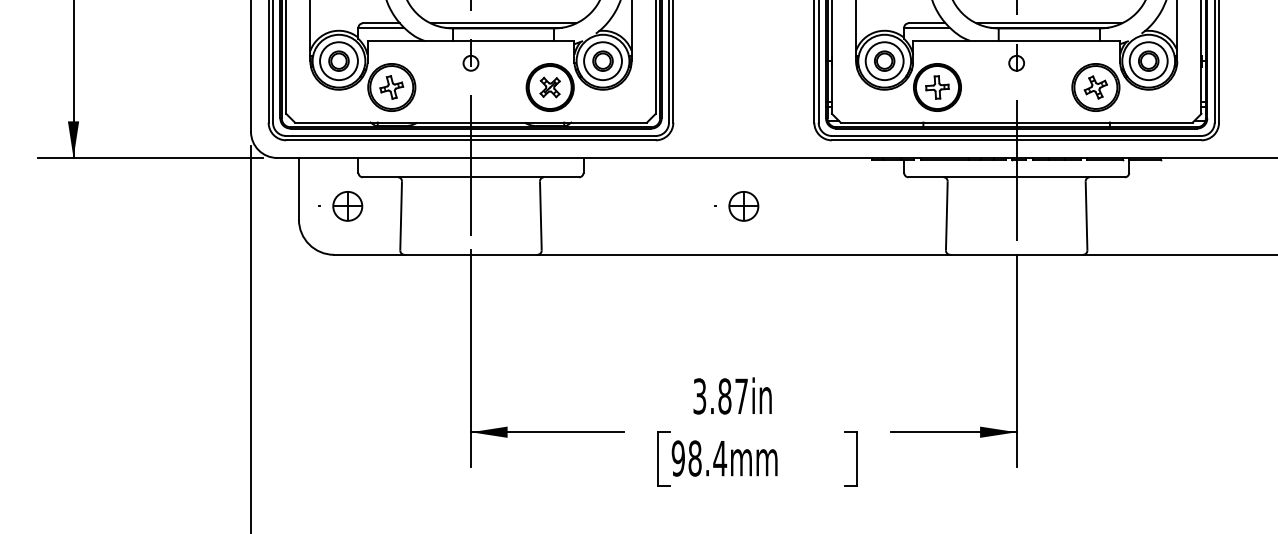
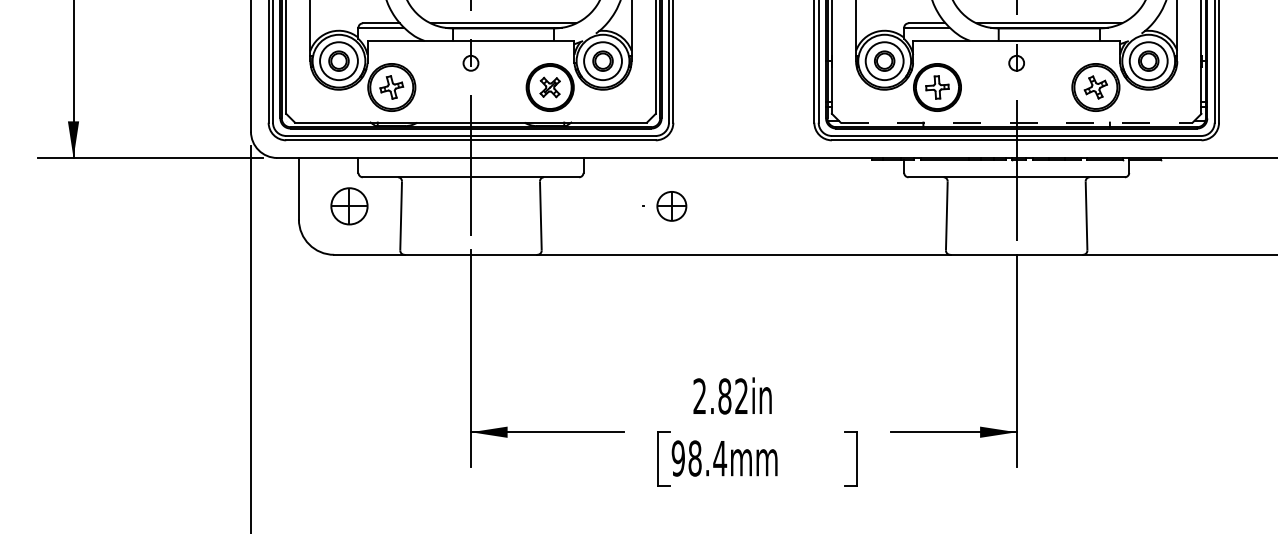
line at (1017, 122): solid -> dashed
part at (340, 206) size: 46x31 px -> 39x39 px
part at (736, 206) position: (736, 206) -> (664, 206)
text at (720, 396): 3.87in -> 2.82in
